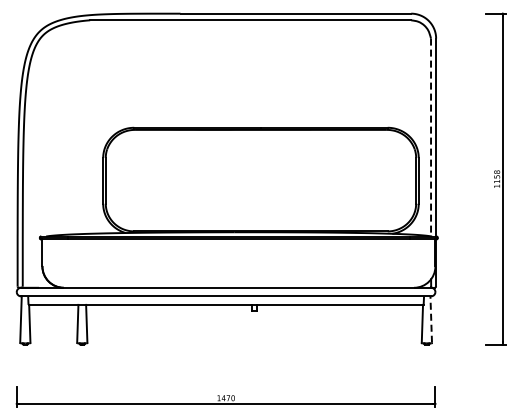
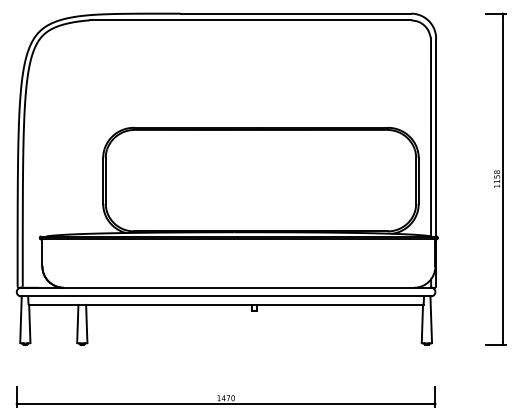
line at (431, 137): dashed -> solid
line at (431, 319): dashed -> solid
